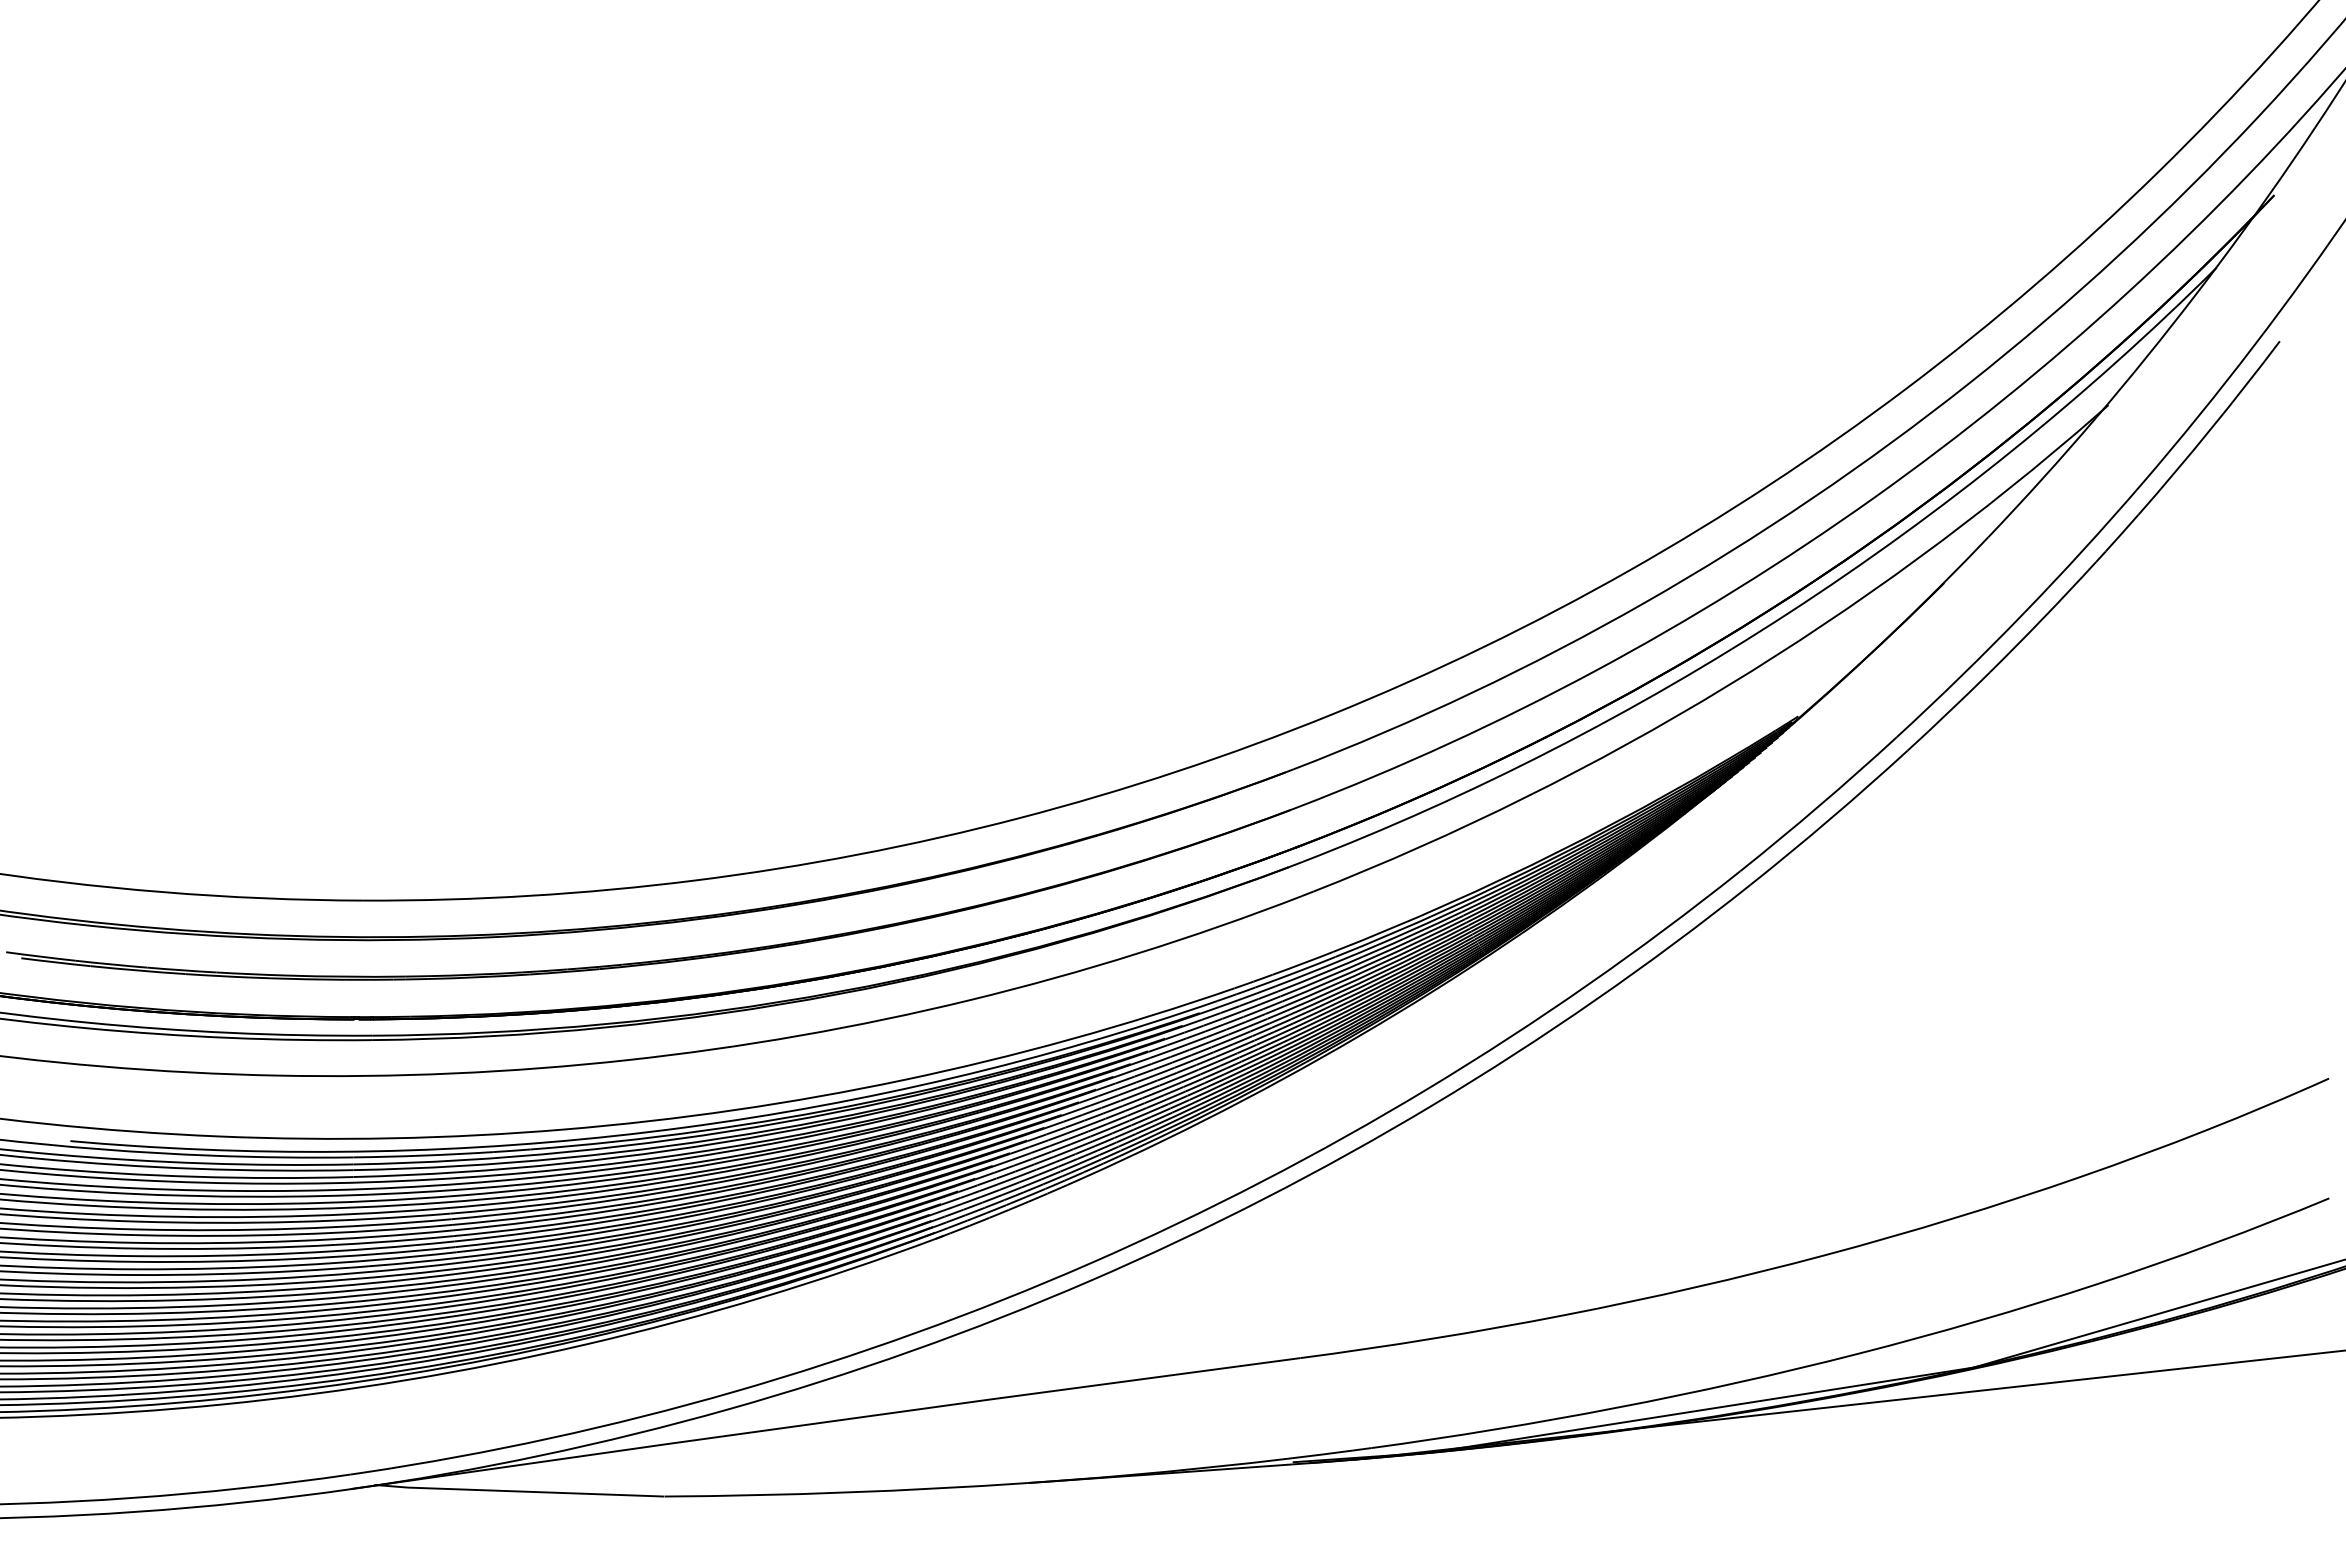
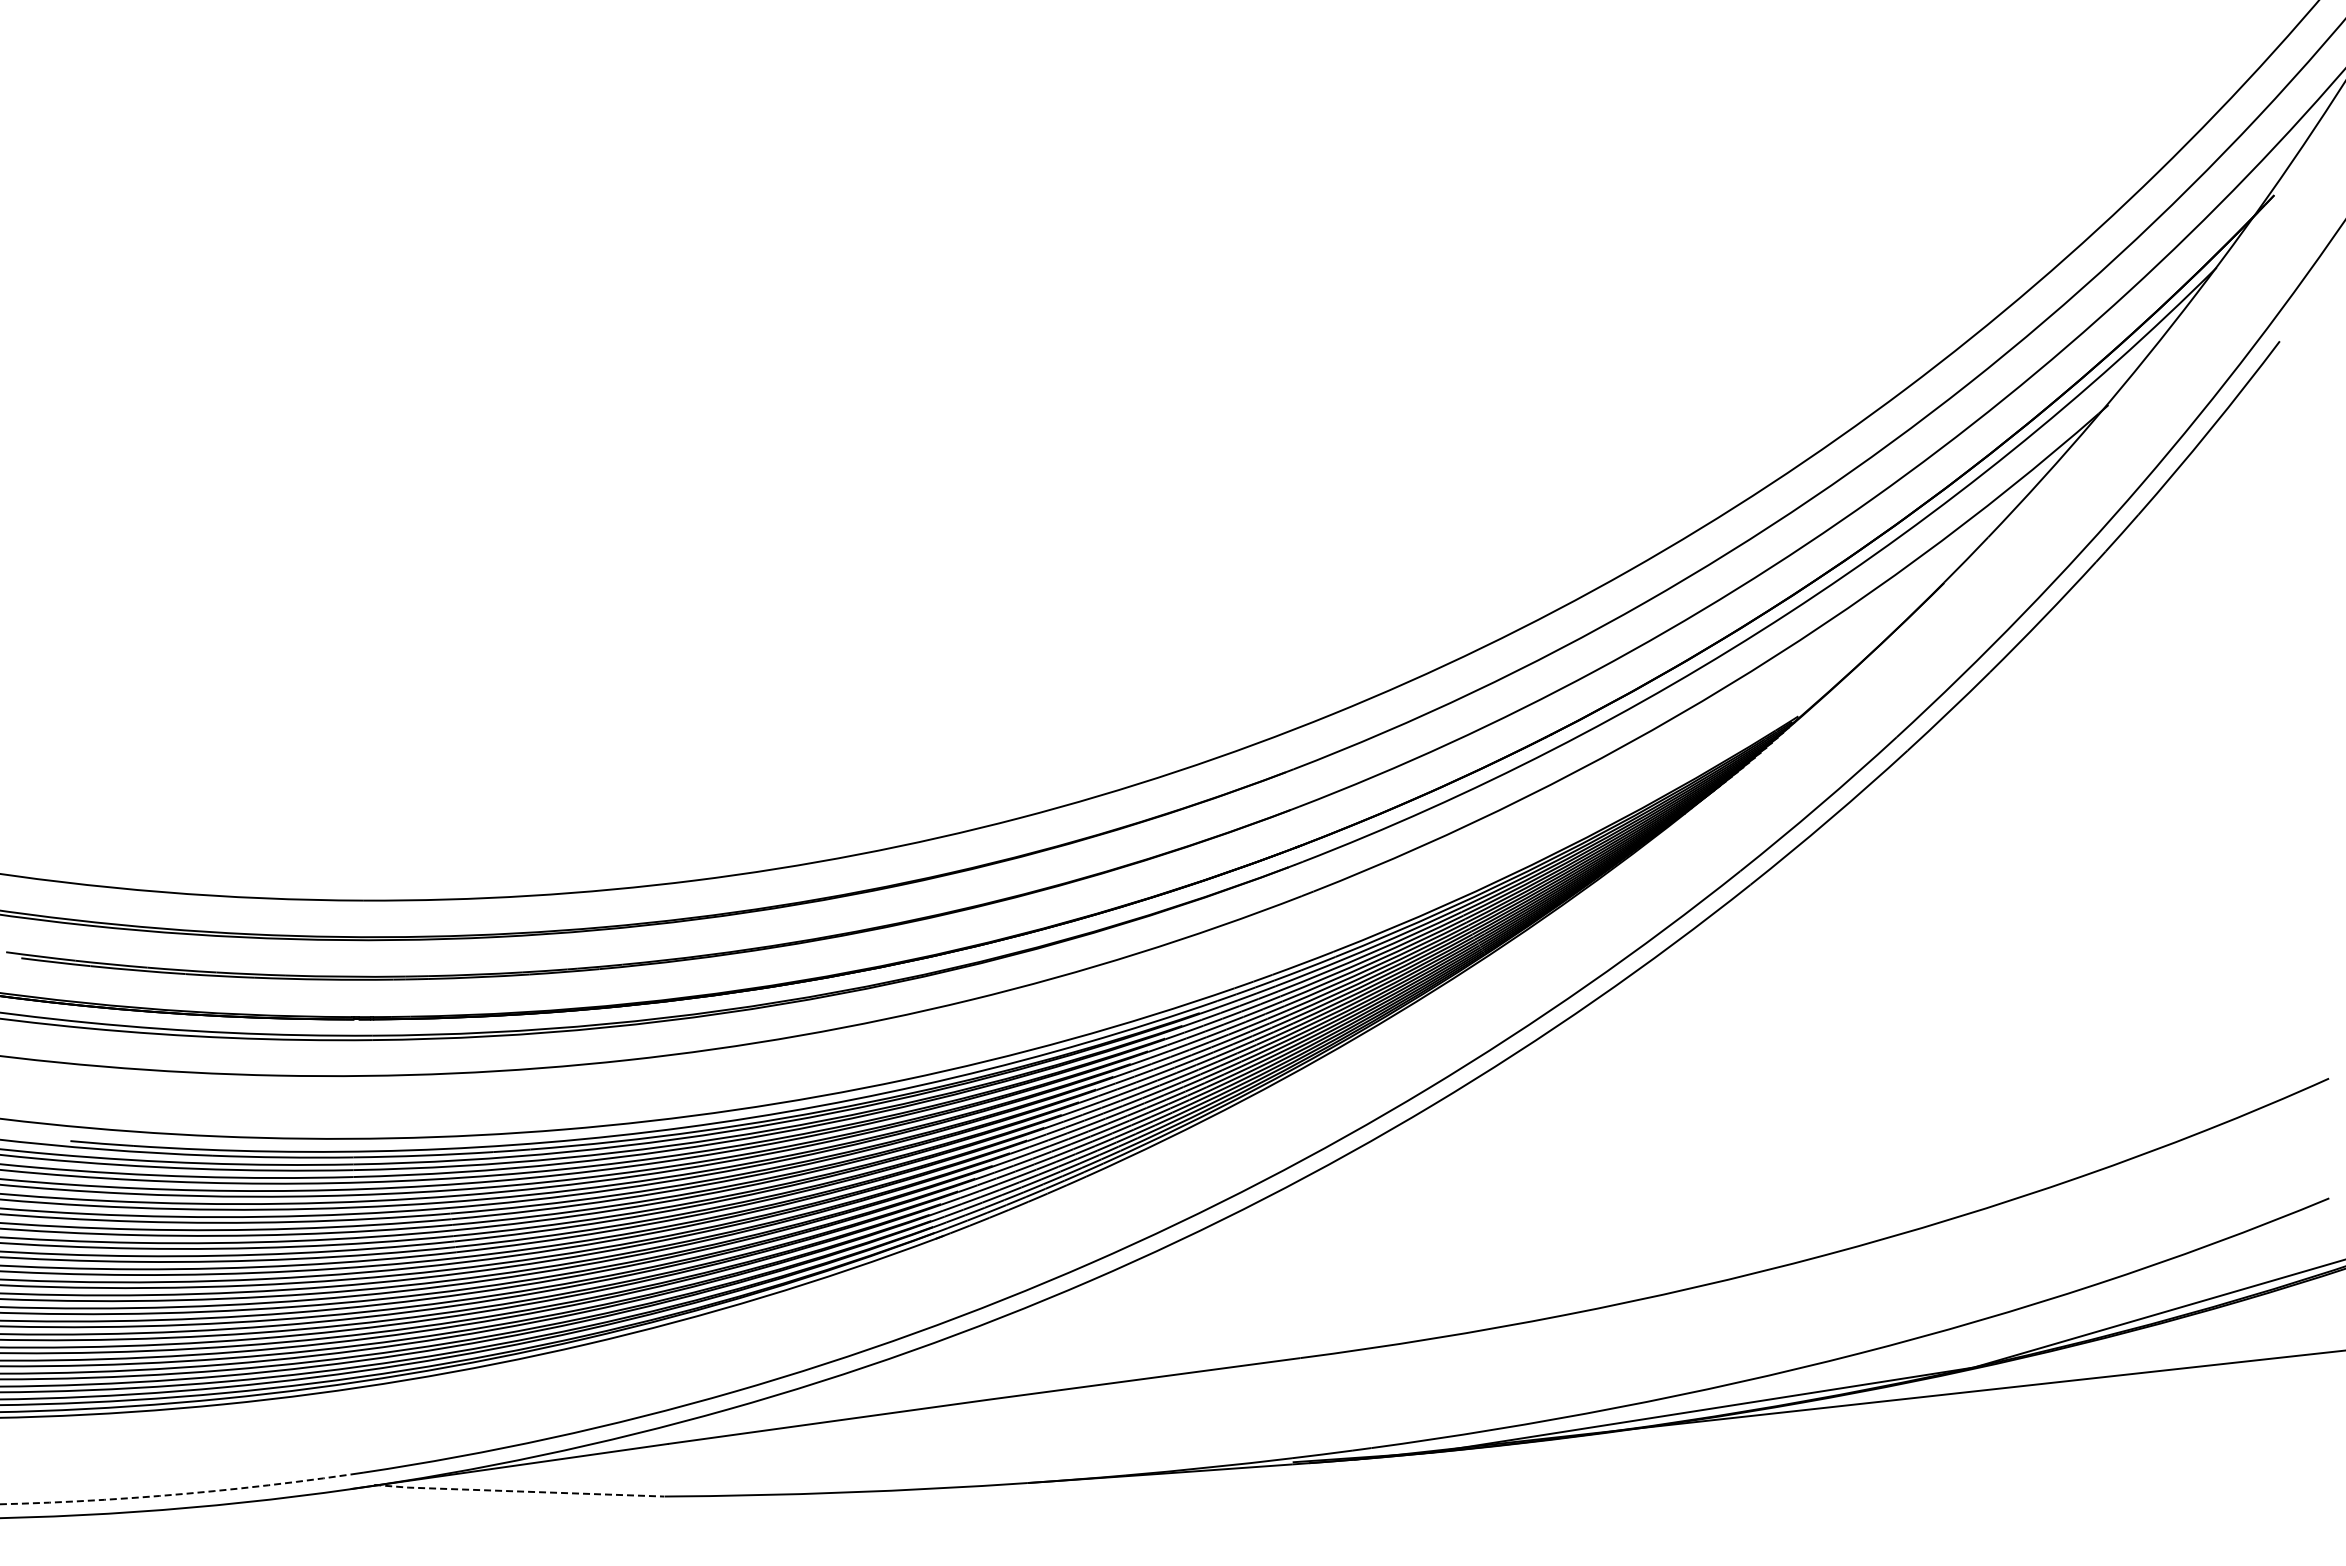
line at (518, 1491): solid -> dashed
arc at (175, 1494): solid -> dashed
